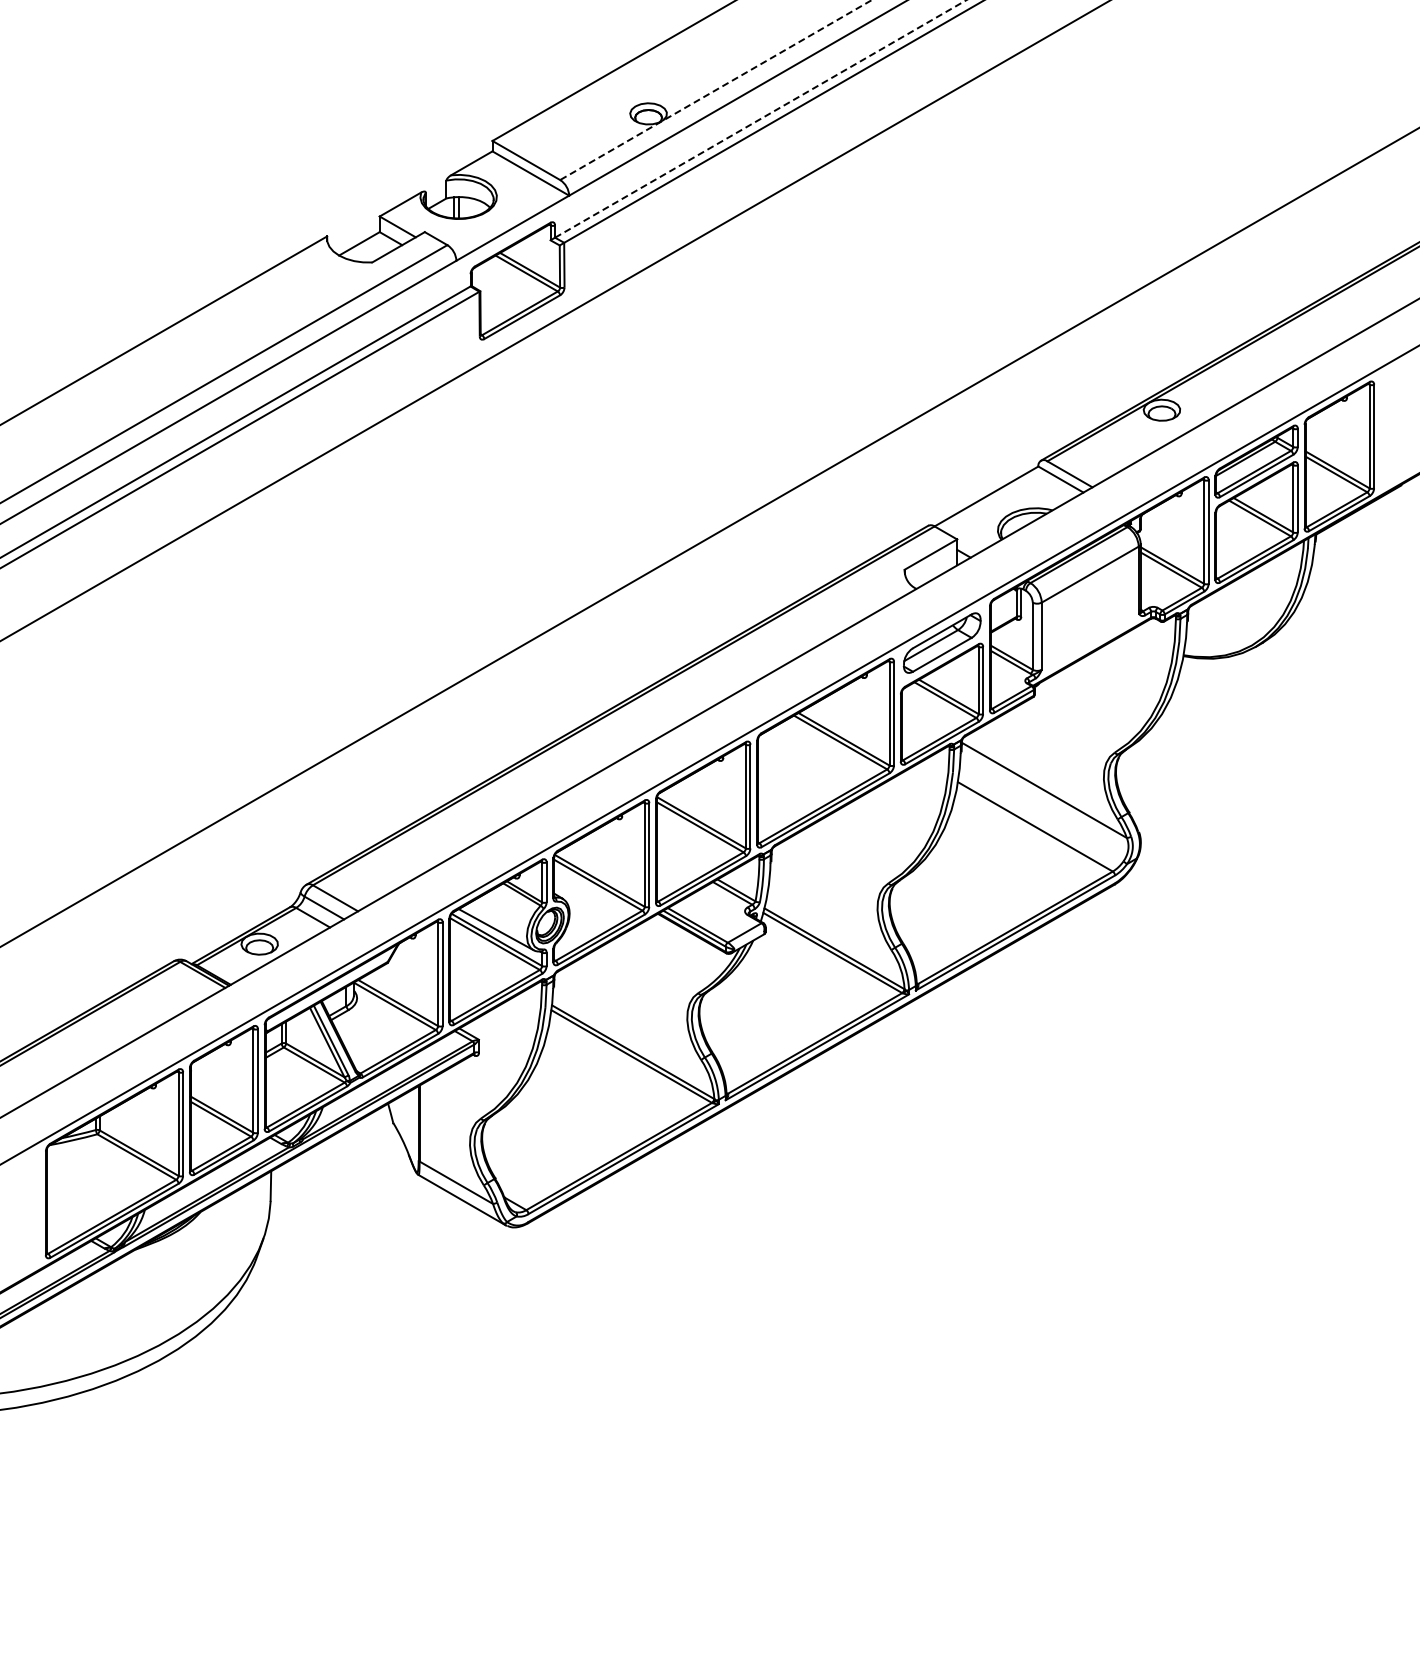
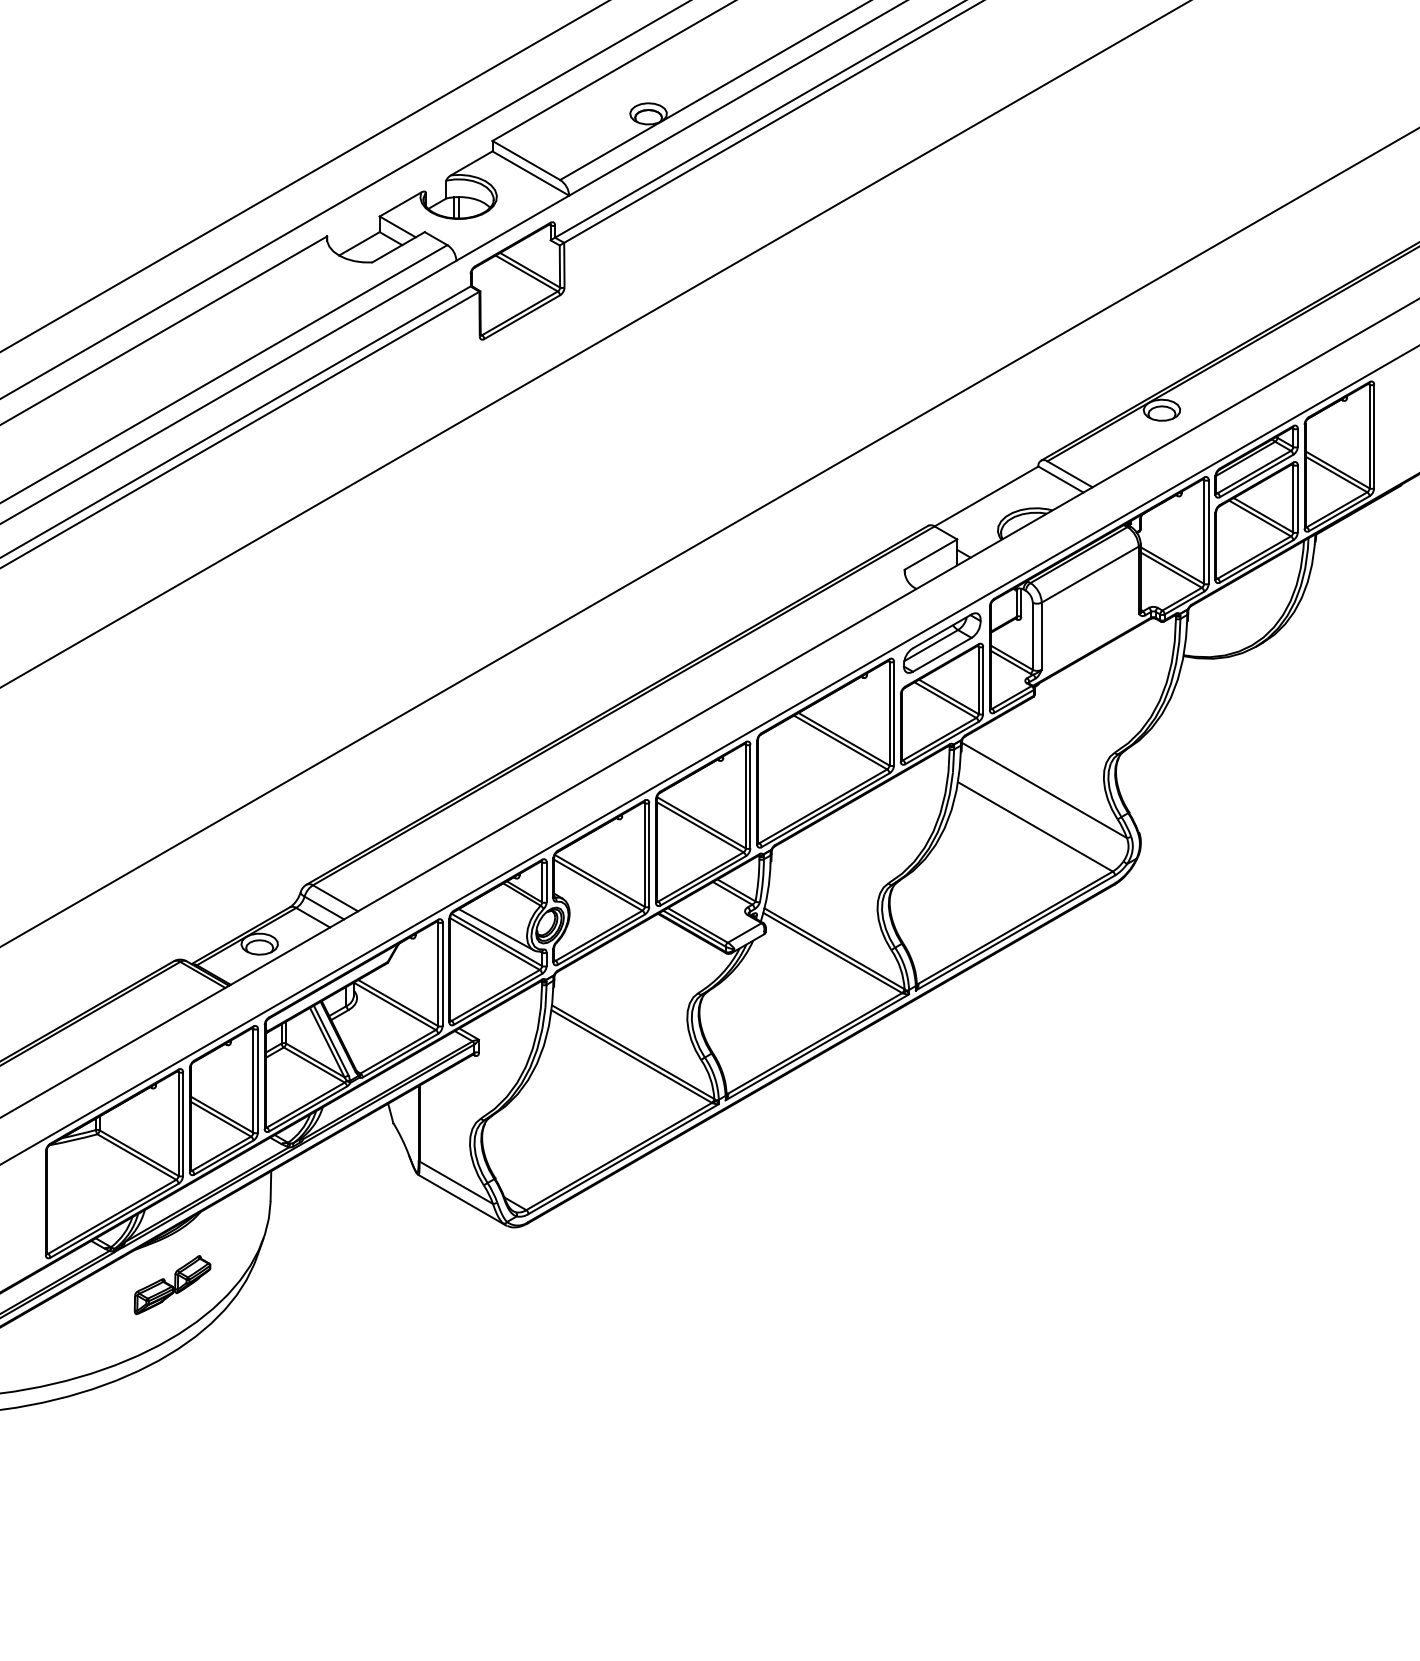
line at (715, 90): dashed -> solid
line at (760, 119): dashed -> solid
line at (304, 176): none -> present
line at (344, 199): none -> present
line at (554, 321) position: (554, 321) -> (595, 344)
part at (172, 1285): none -> present
